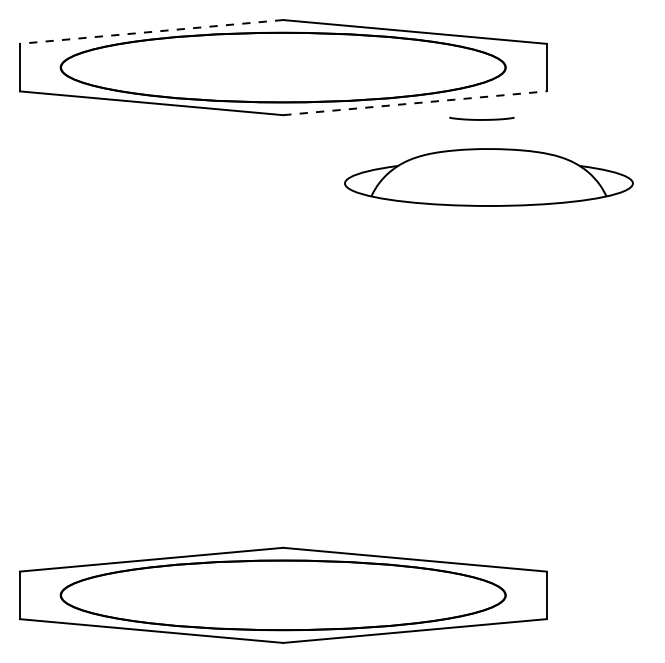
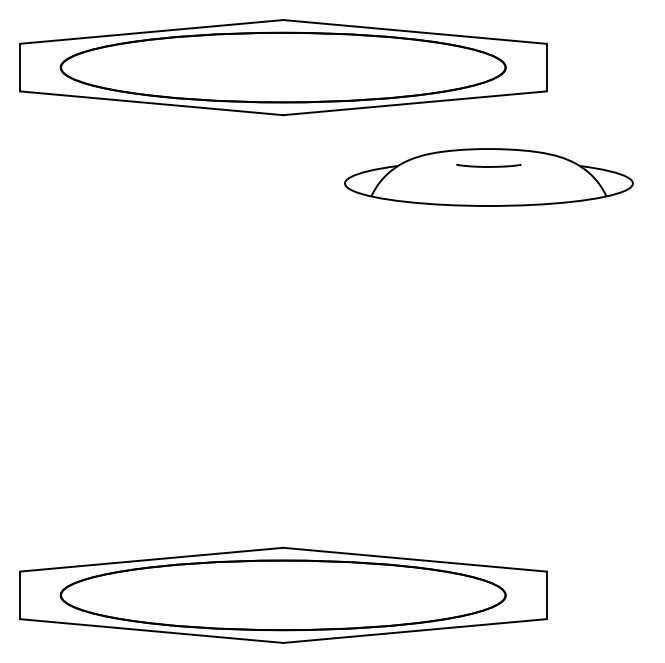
line at (151, 31): dashed -> solid
line at (415, 103): dashed -> solid
curve at (481, 119) position: (481, 119) -> (488, 166)
